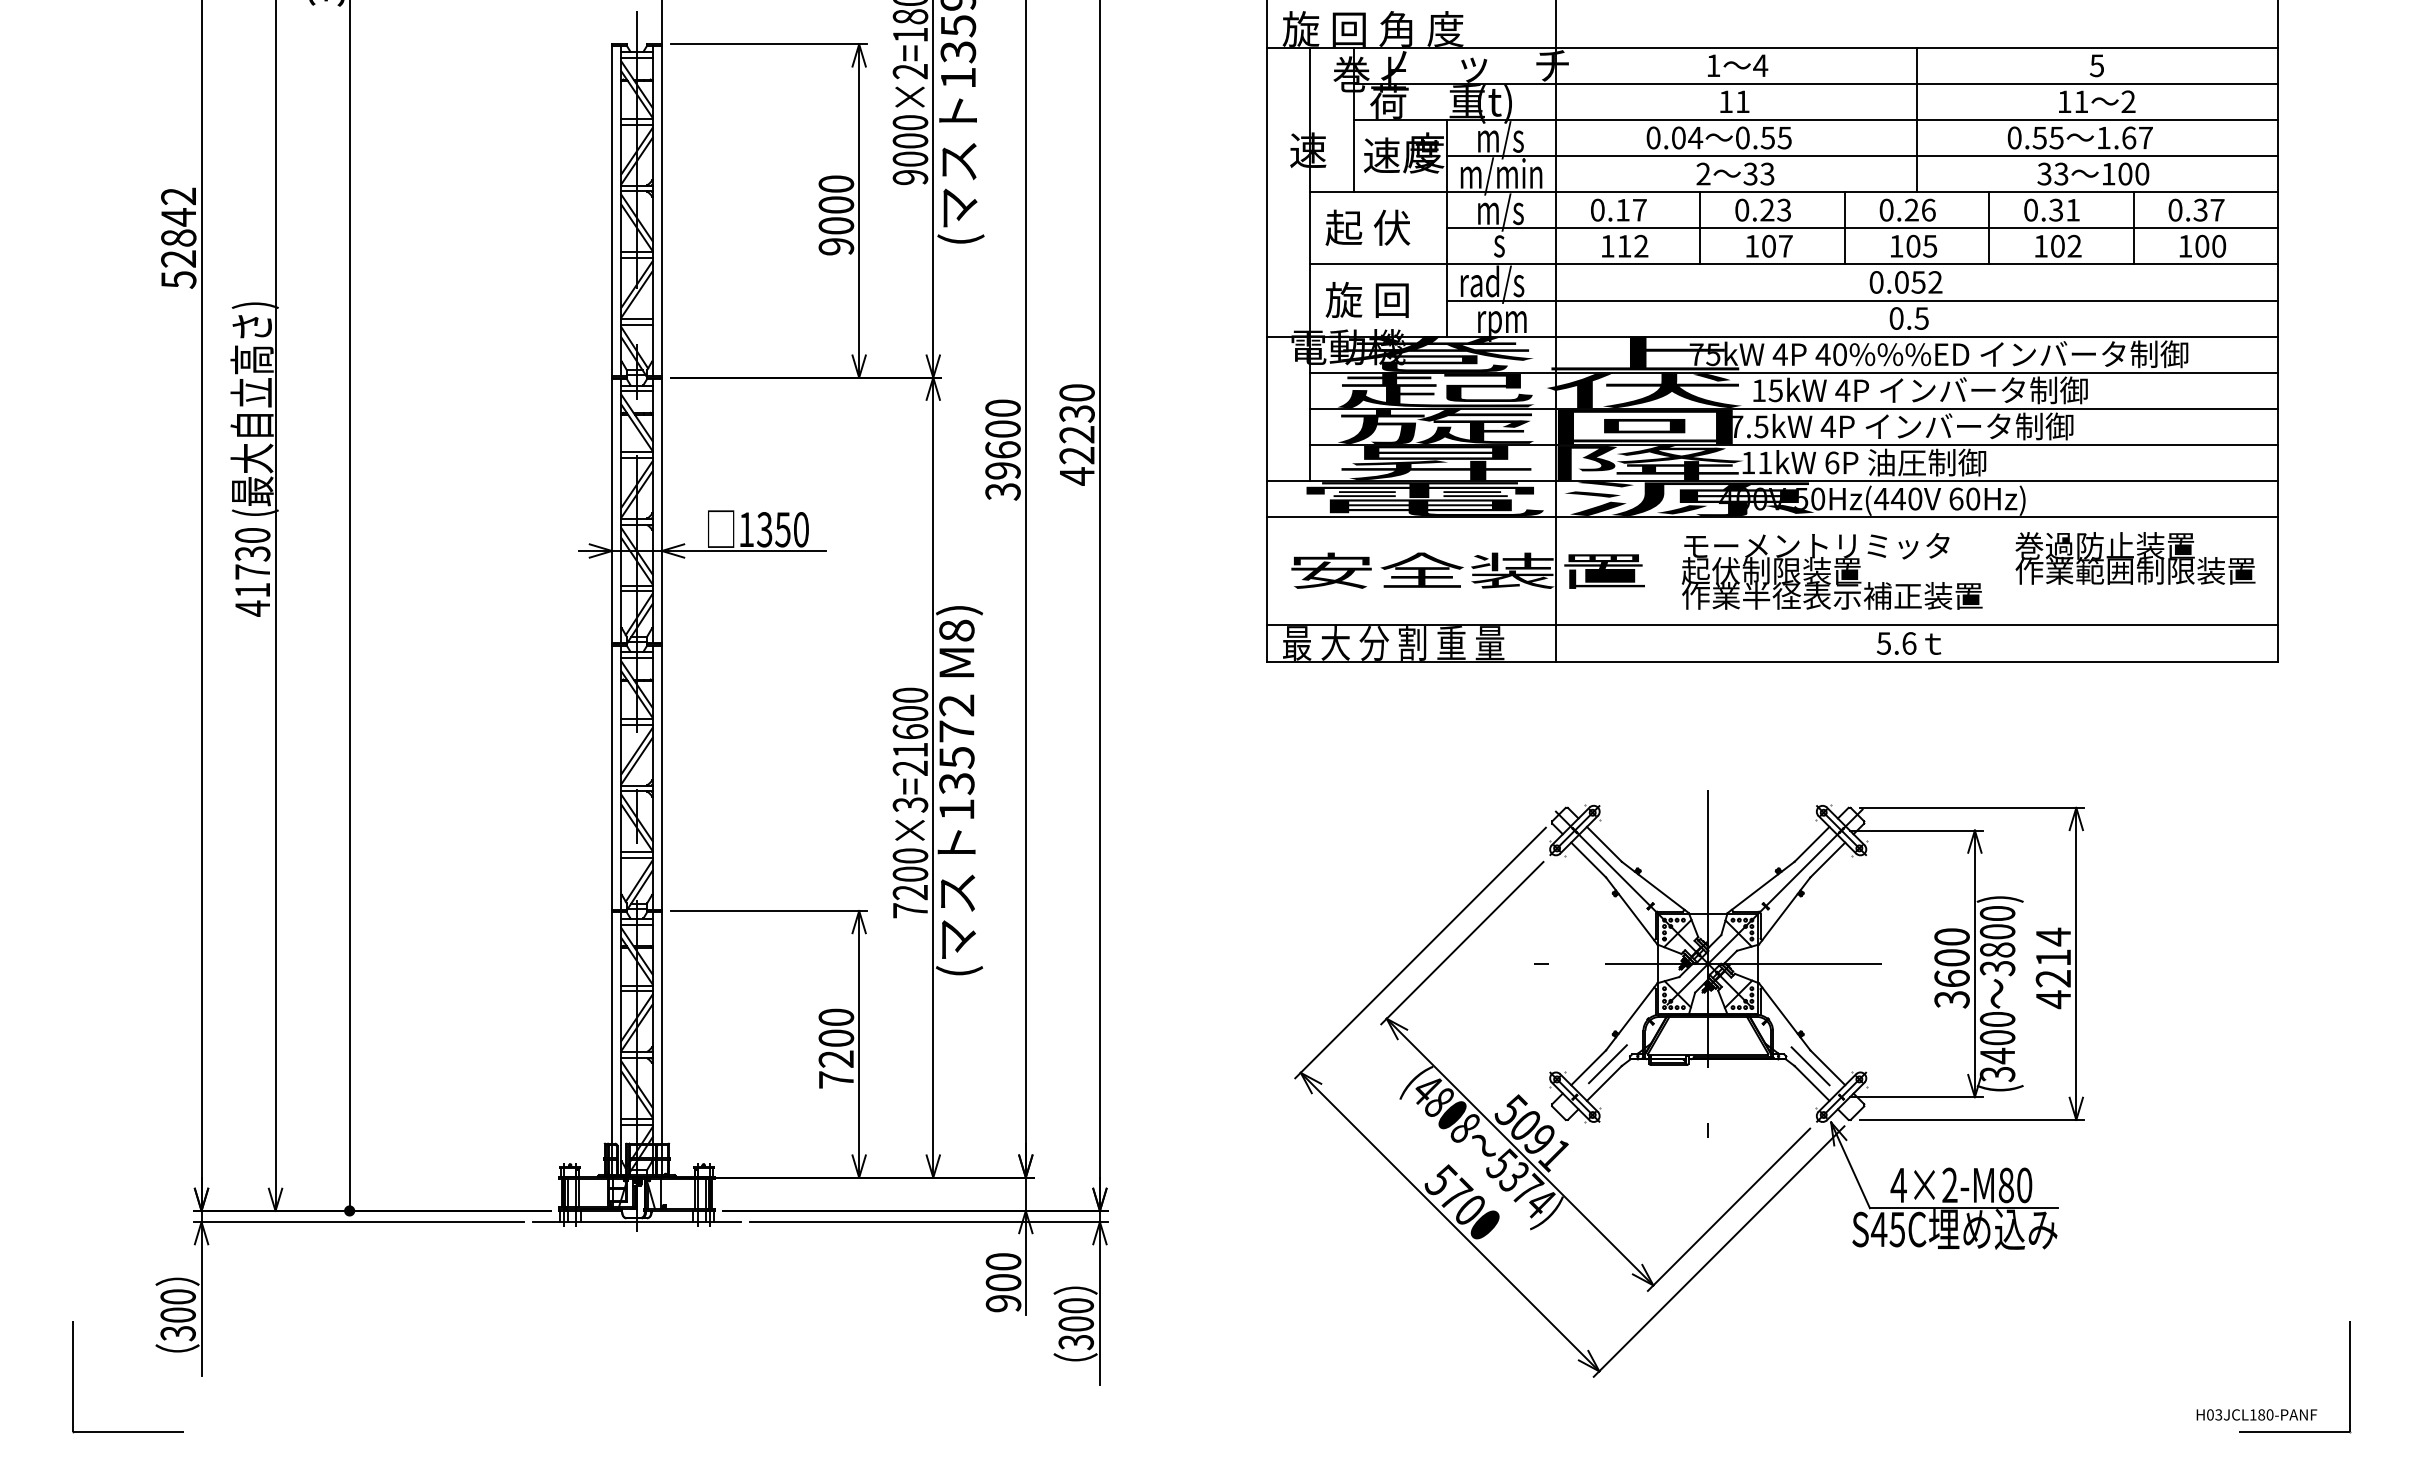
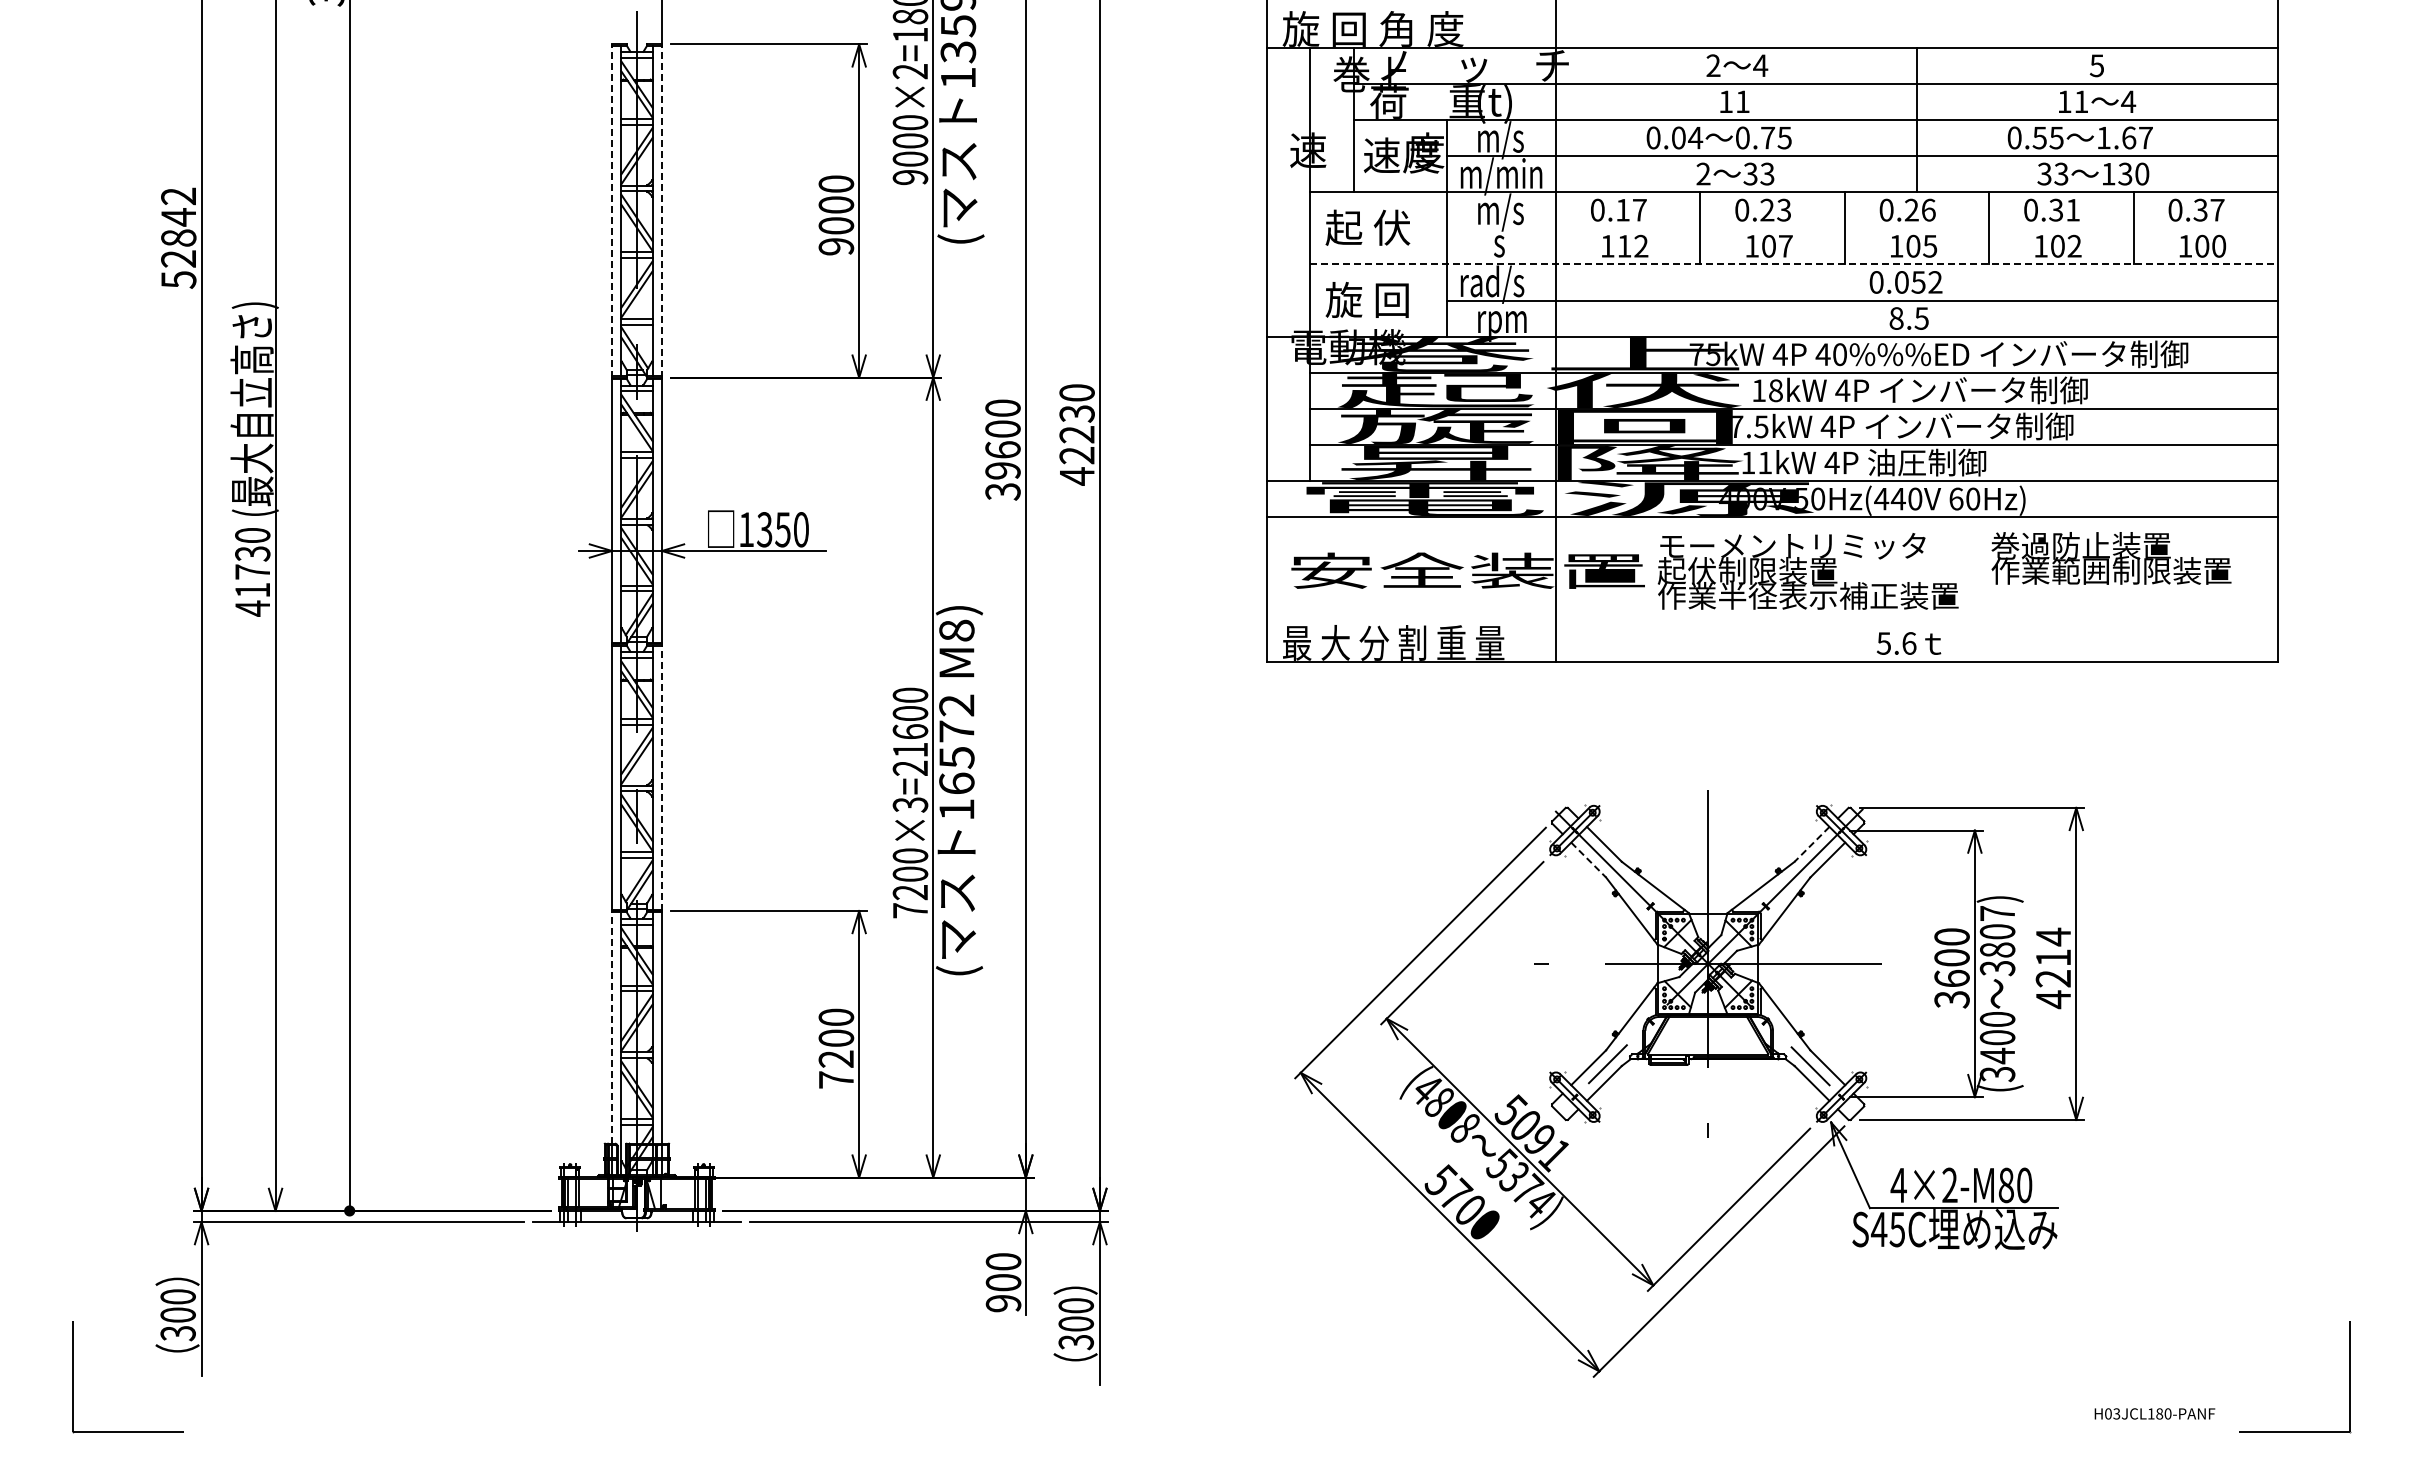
text at (1713, 65): 1 -> 2
text at (2128, 101): 2 -> 4
text at (1767, 138): 0.55 -> 0.75
text at (2125, 173): 100 -> 130
line at (611, 211): solid -> dashed
line at (661, 211): solid -> dashed
line at (1862, 228): present -> none
line at (1794, 264): solid -> dashed
text at (1896, 318): 0.5 -> 8.5
text at (1775, 390): 15kW -> 18kW
text at (1831, 462): 6P -> 4P
text at (1968, 570) position: (1968, 570) -> (1944, 570)
line at (1771, 625): present -> none
line at (661, 777): solid -> dashed
text at (956, 783): 13572 -> 16572
line at (1812, 844): solid -> dashed
line at (1588, 860): solid -> dashed
text at (1997, 913): 3800) -> 3807)
line at (611, 1026): solid -> dashed
text at (2256, 1414) position: (2256, 1414) -> (2154, 1413)
